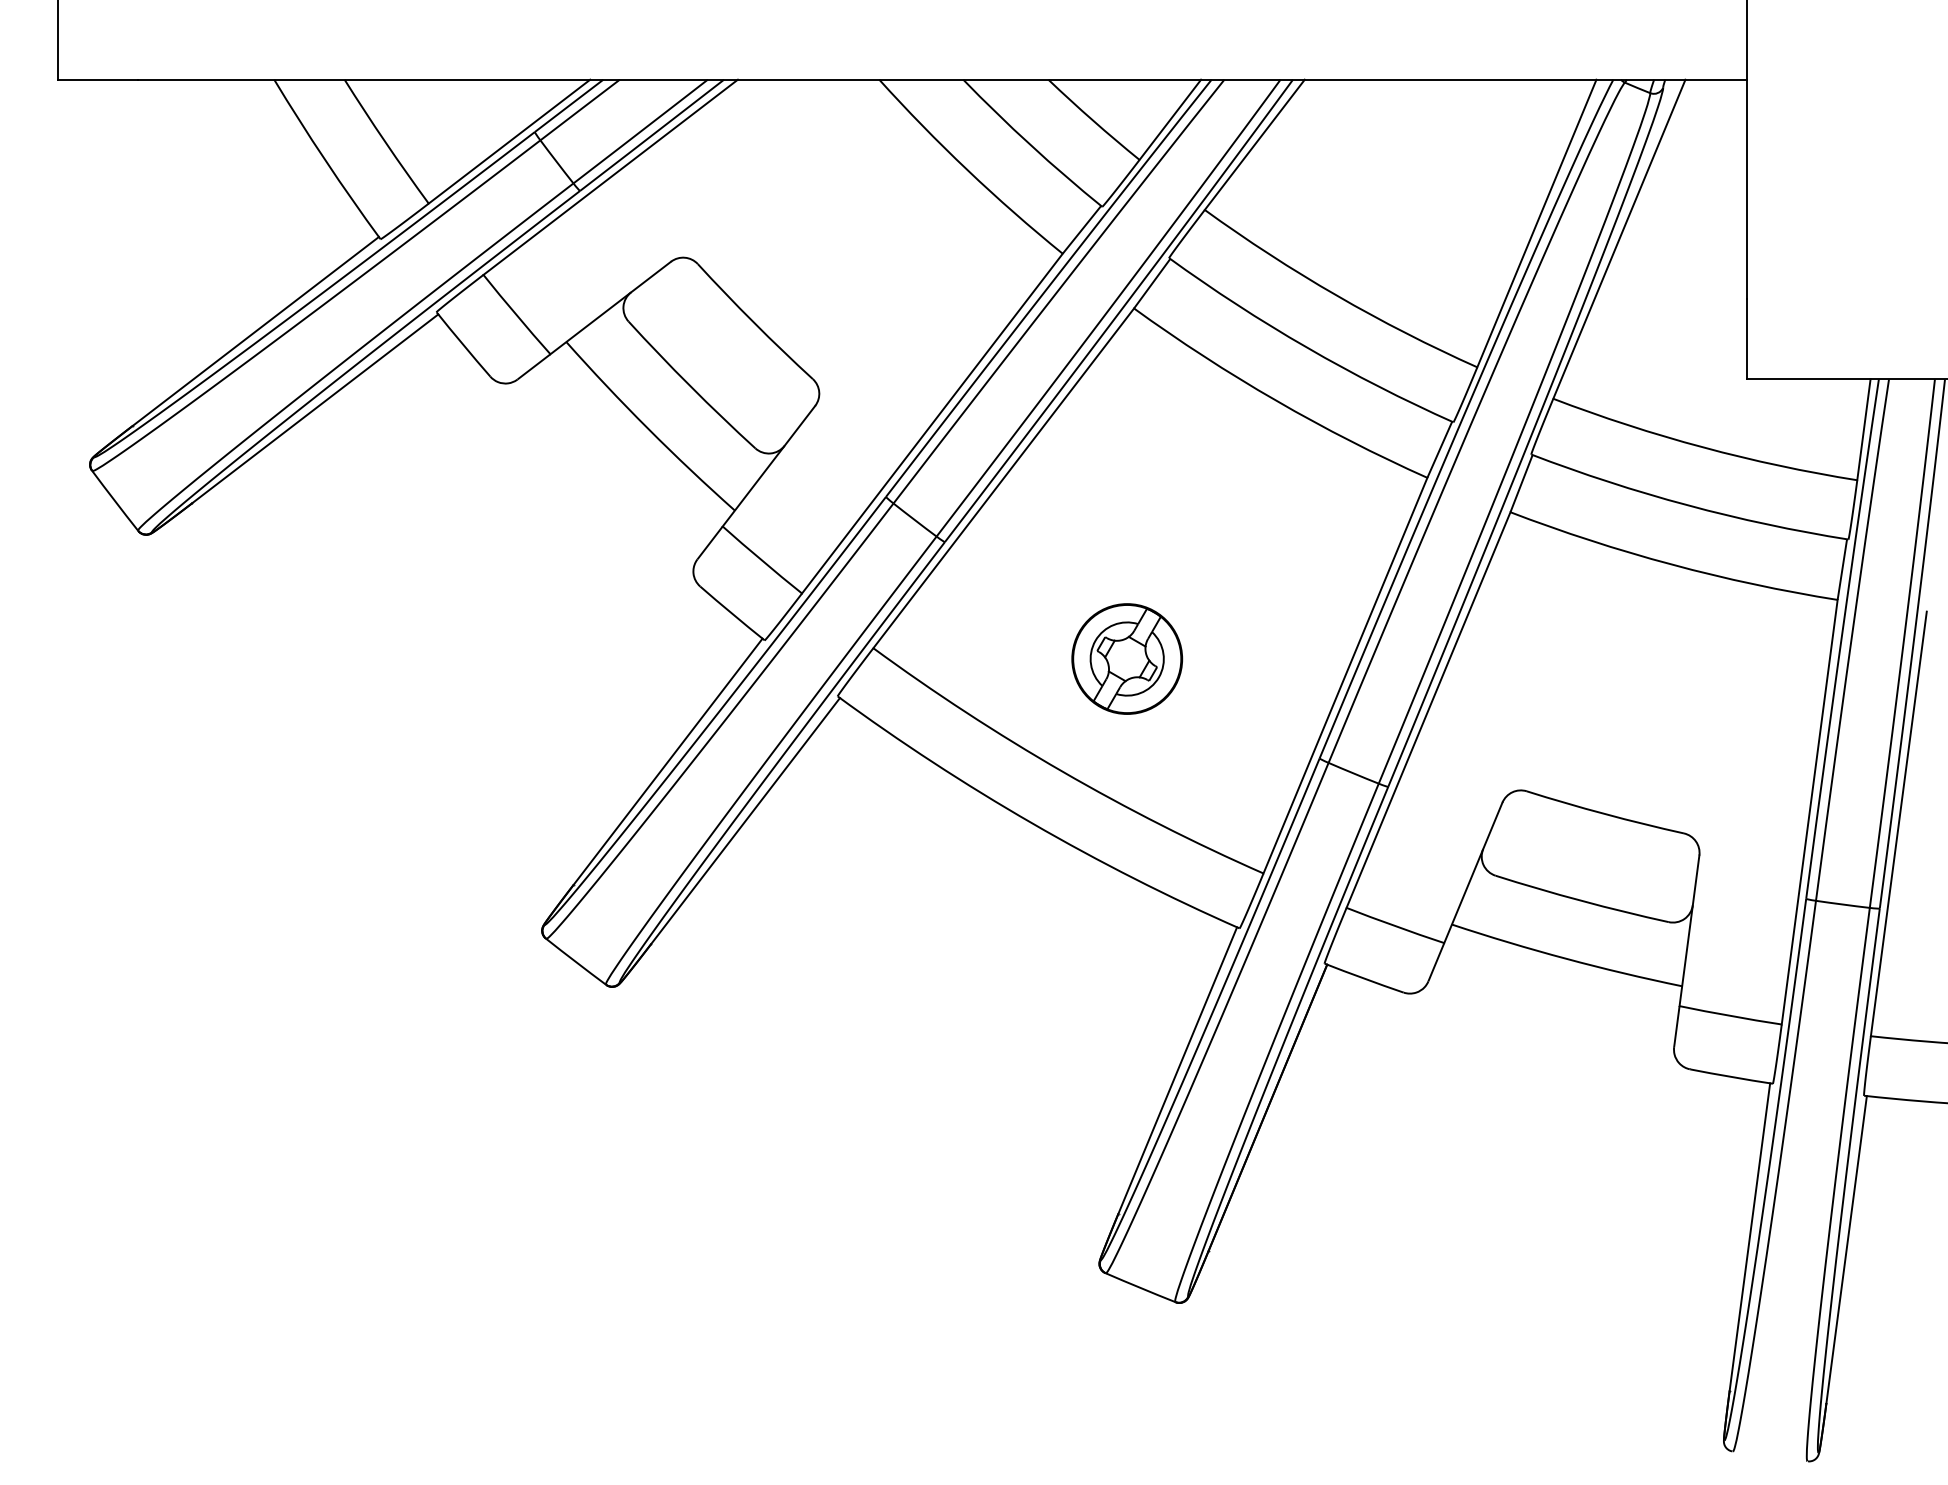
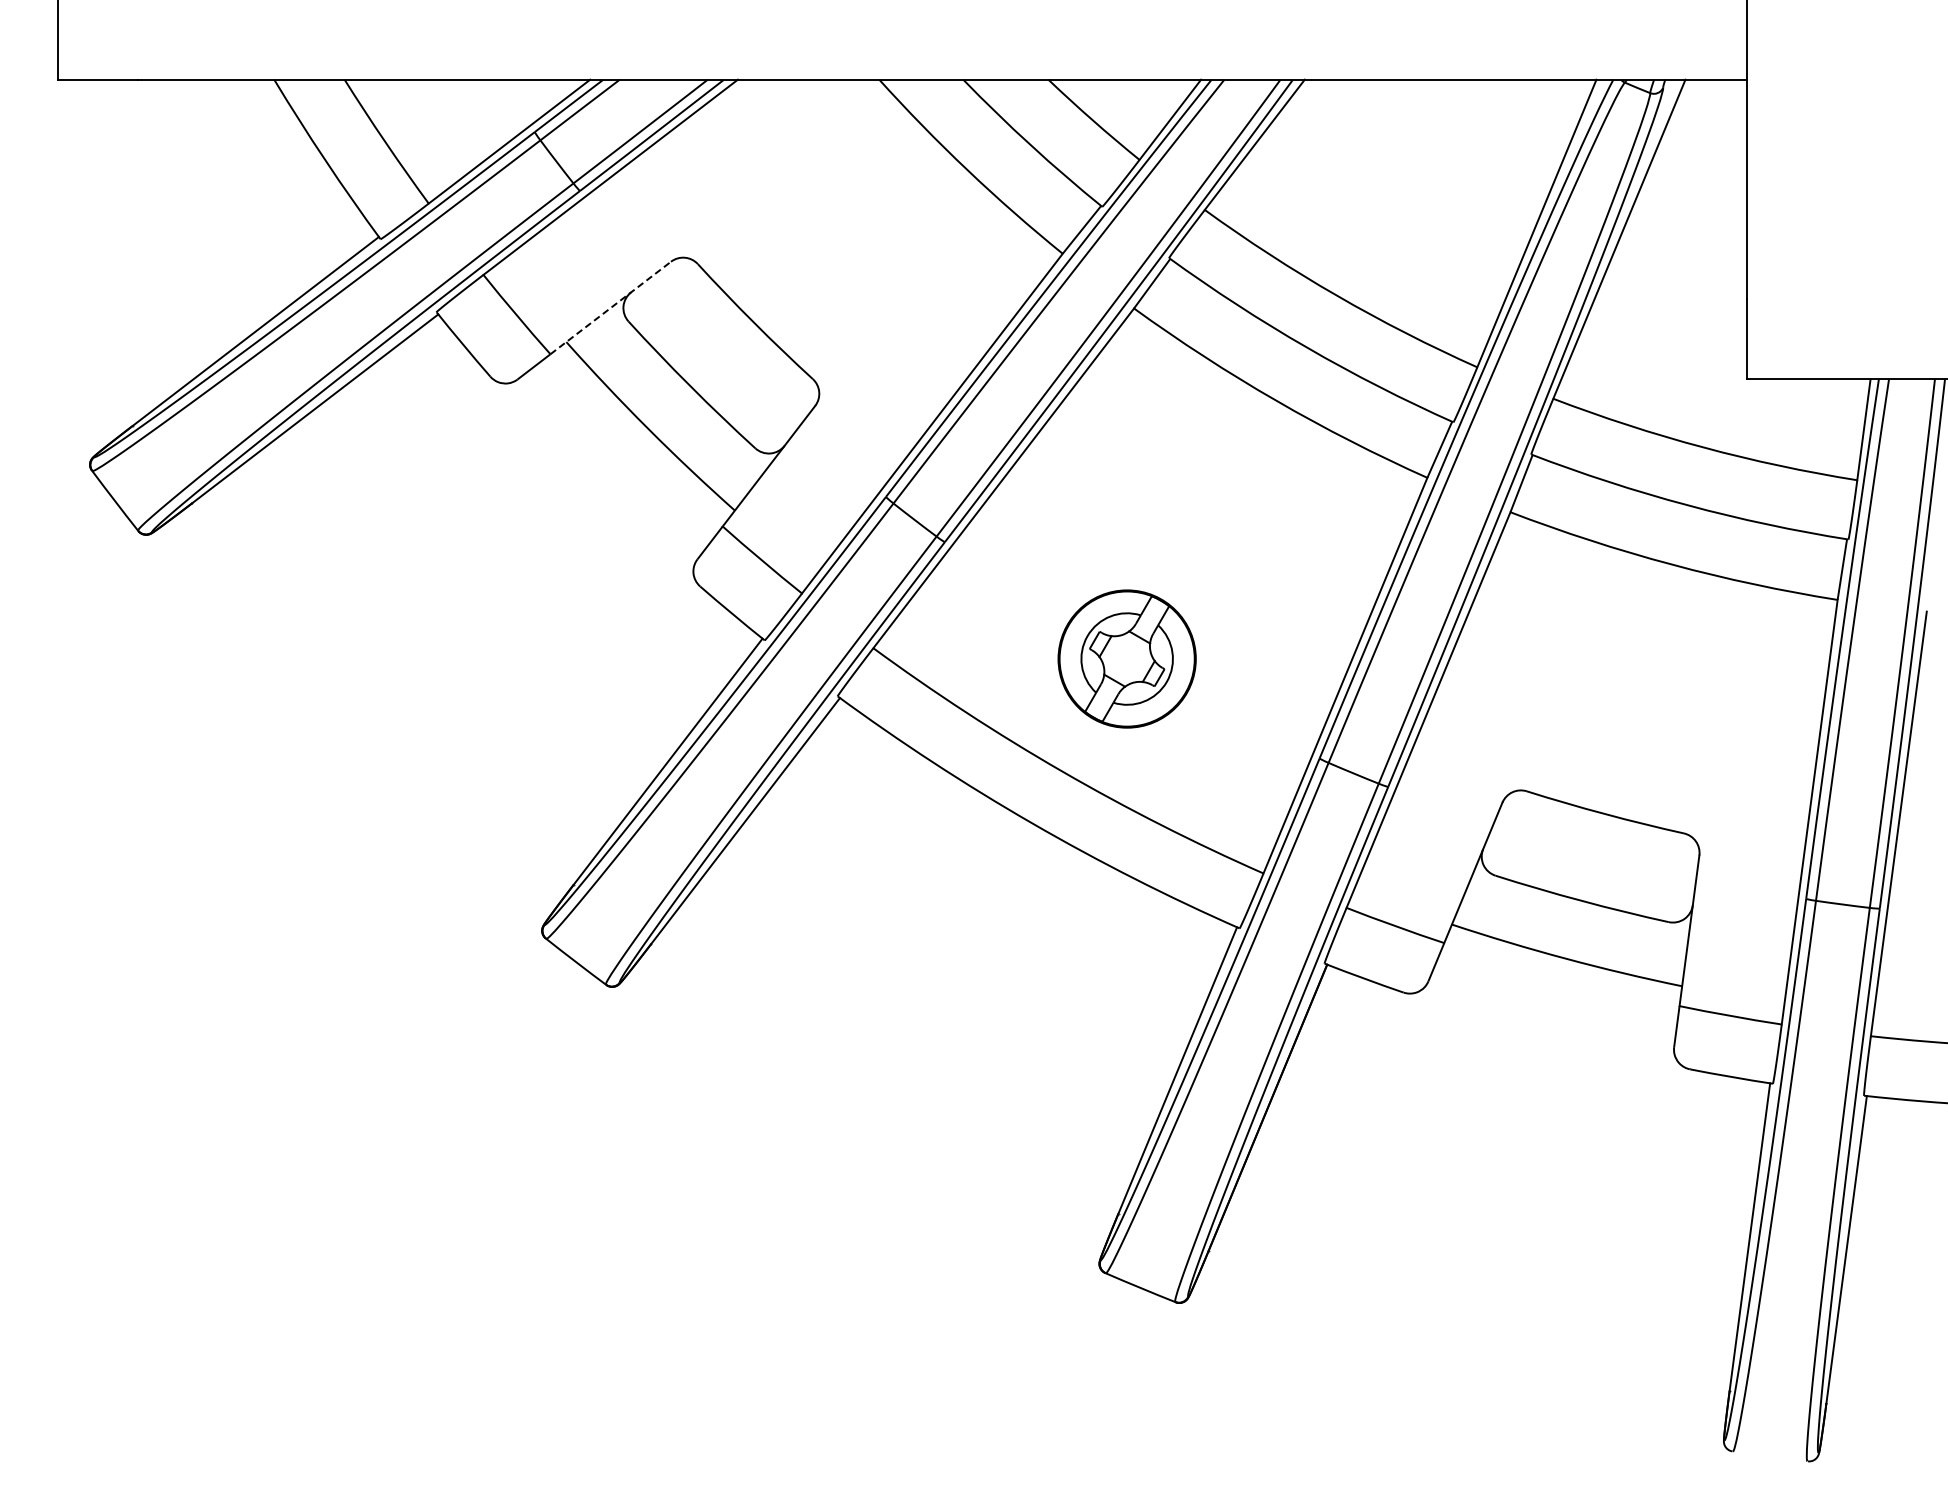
line at (610, 308): solid -> dashed
part at (1127, 658) size: 113x112 px -> 140x140 px
